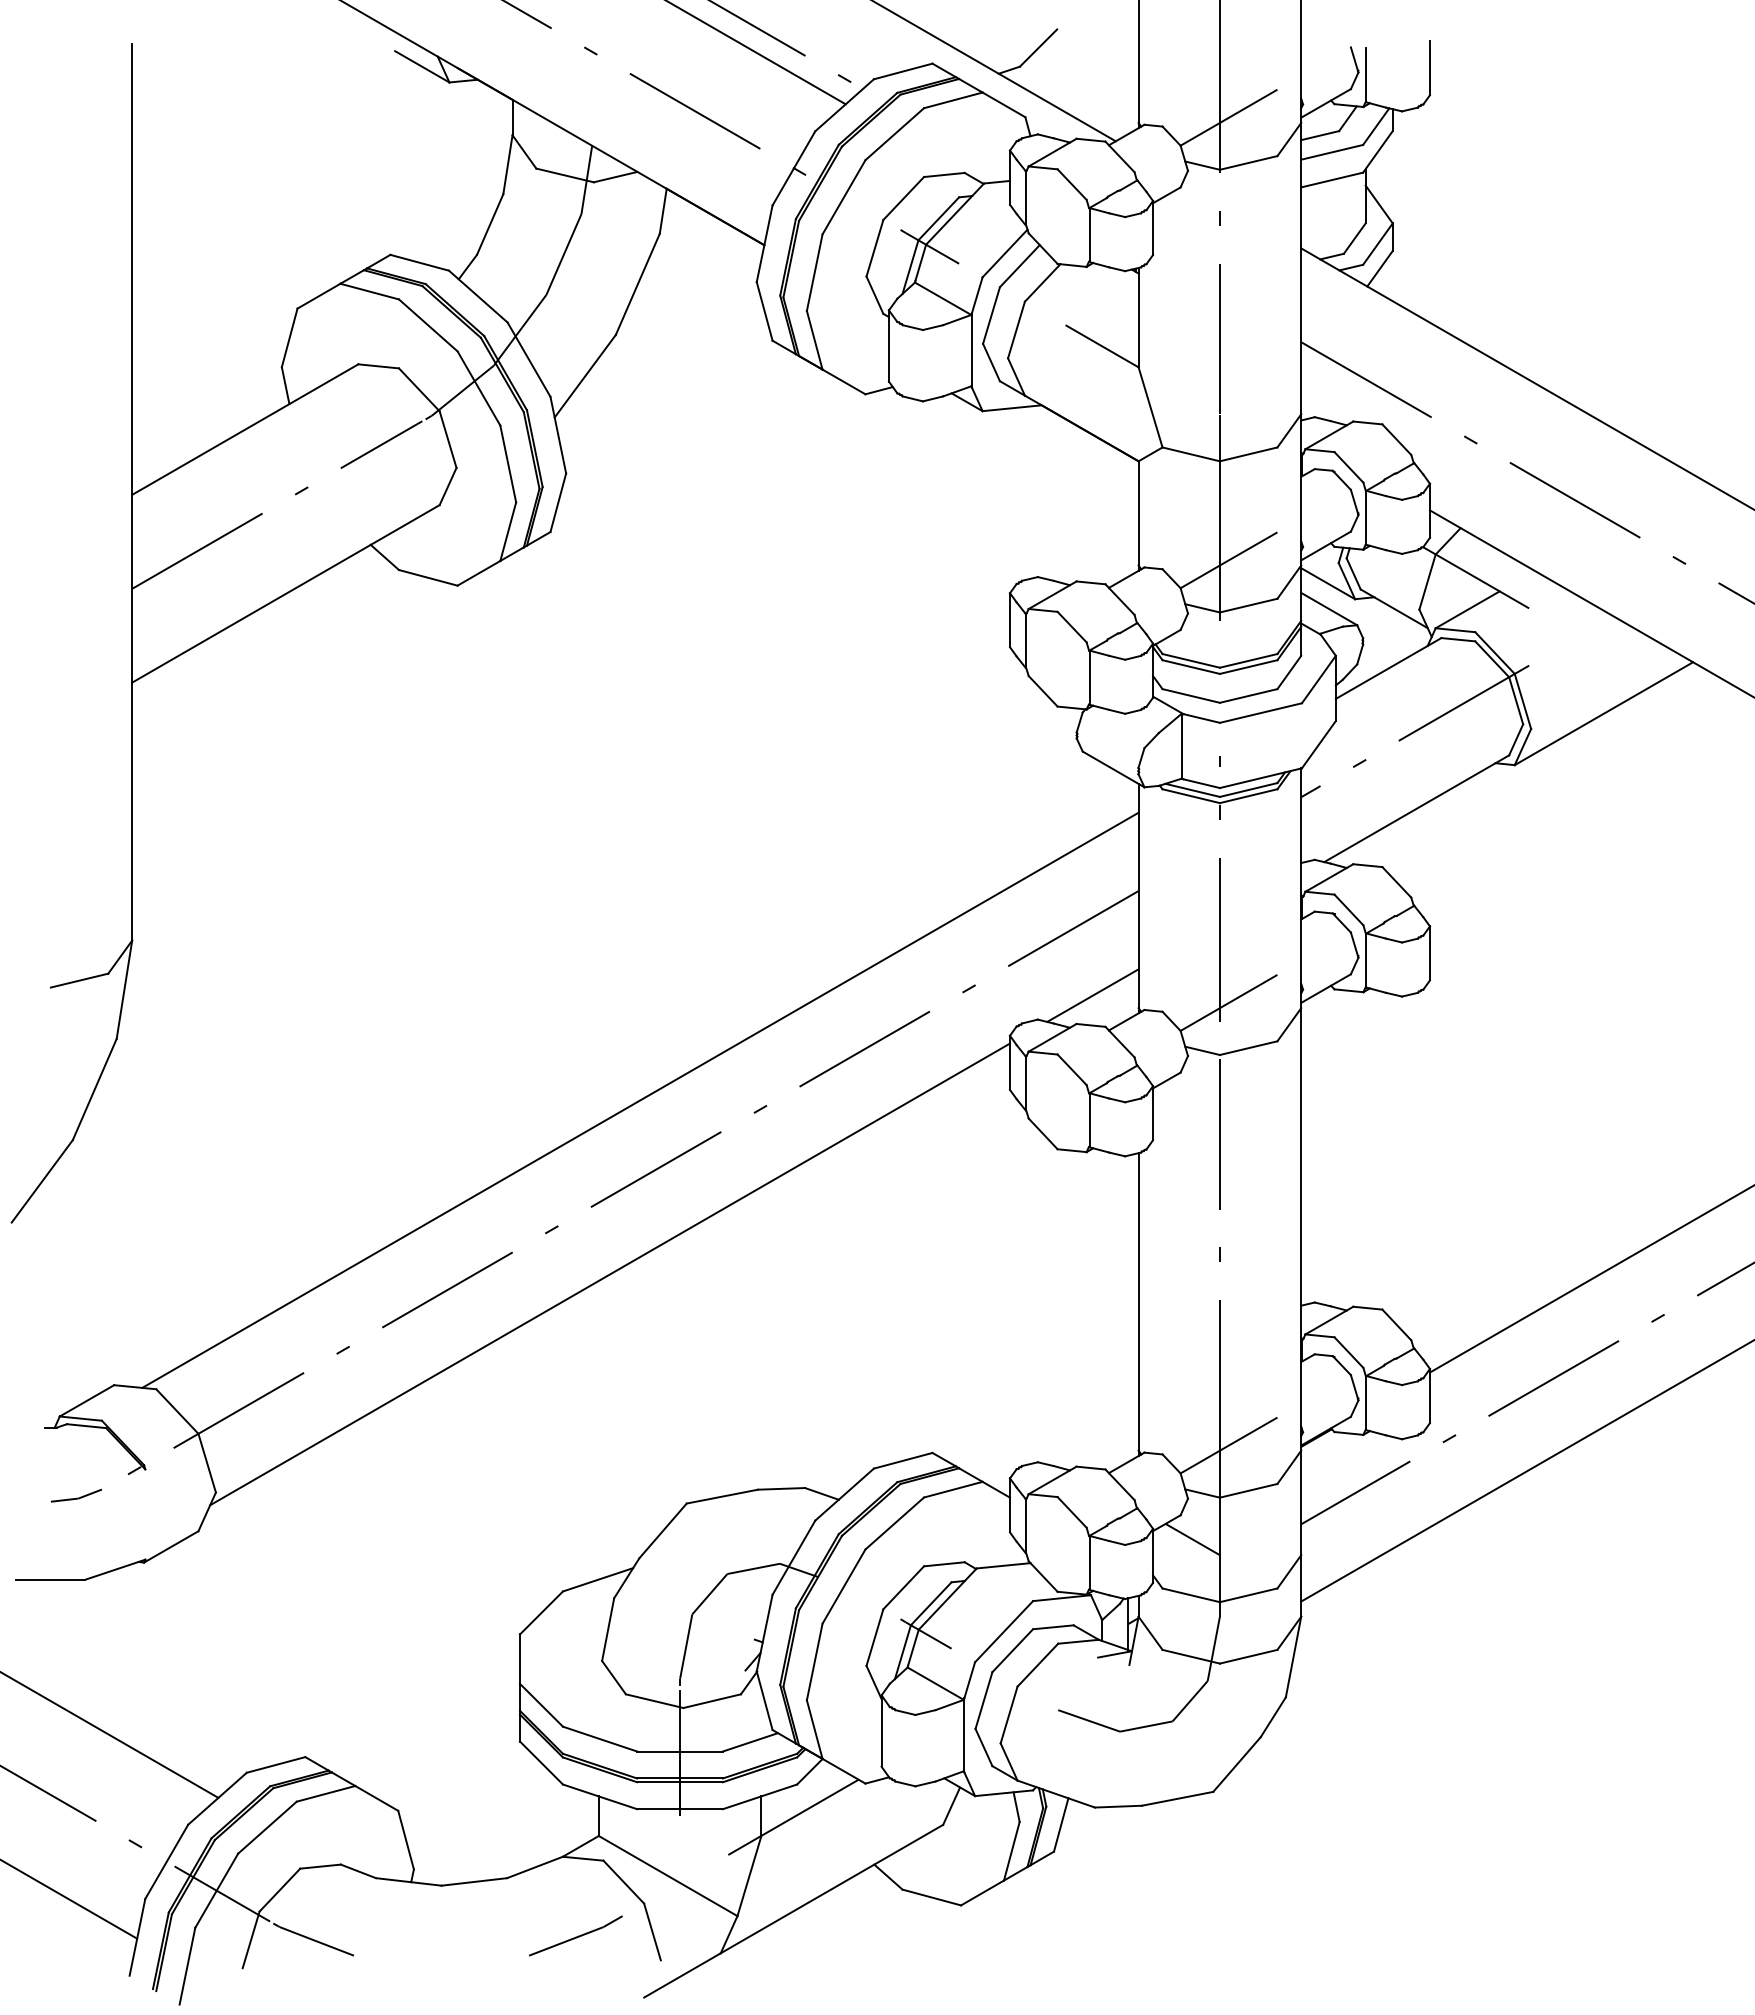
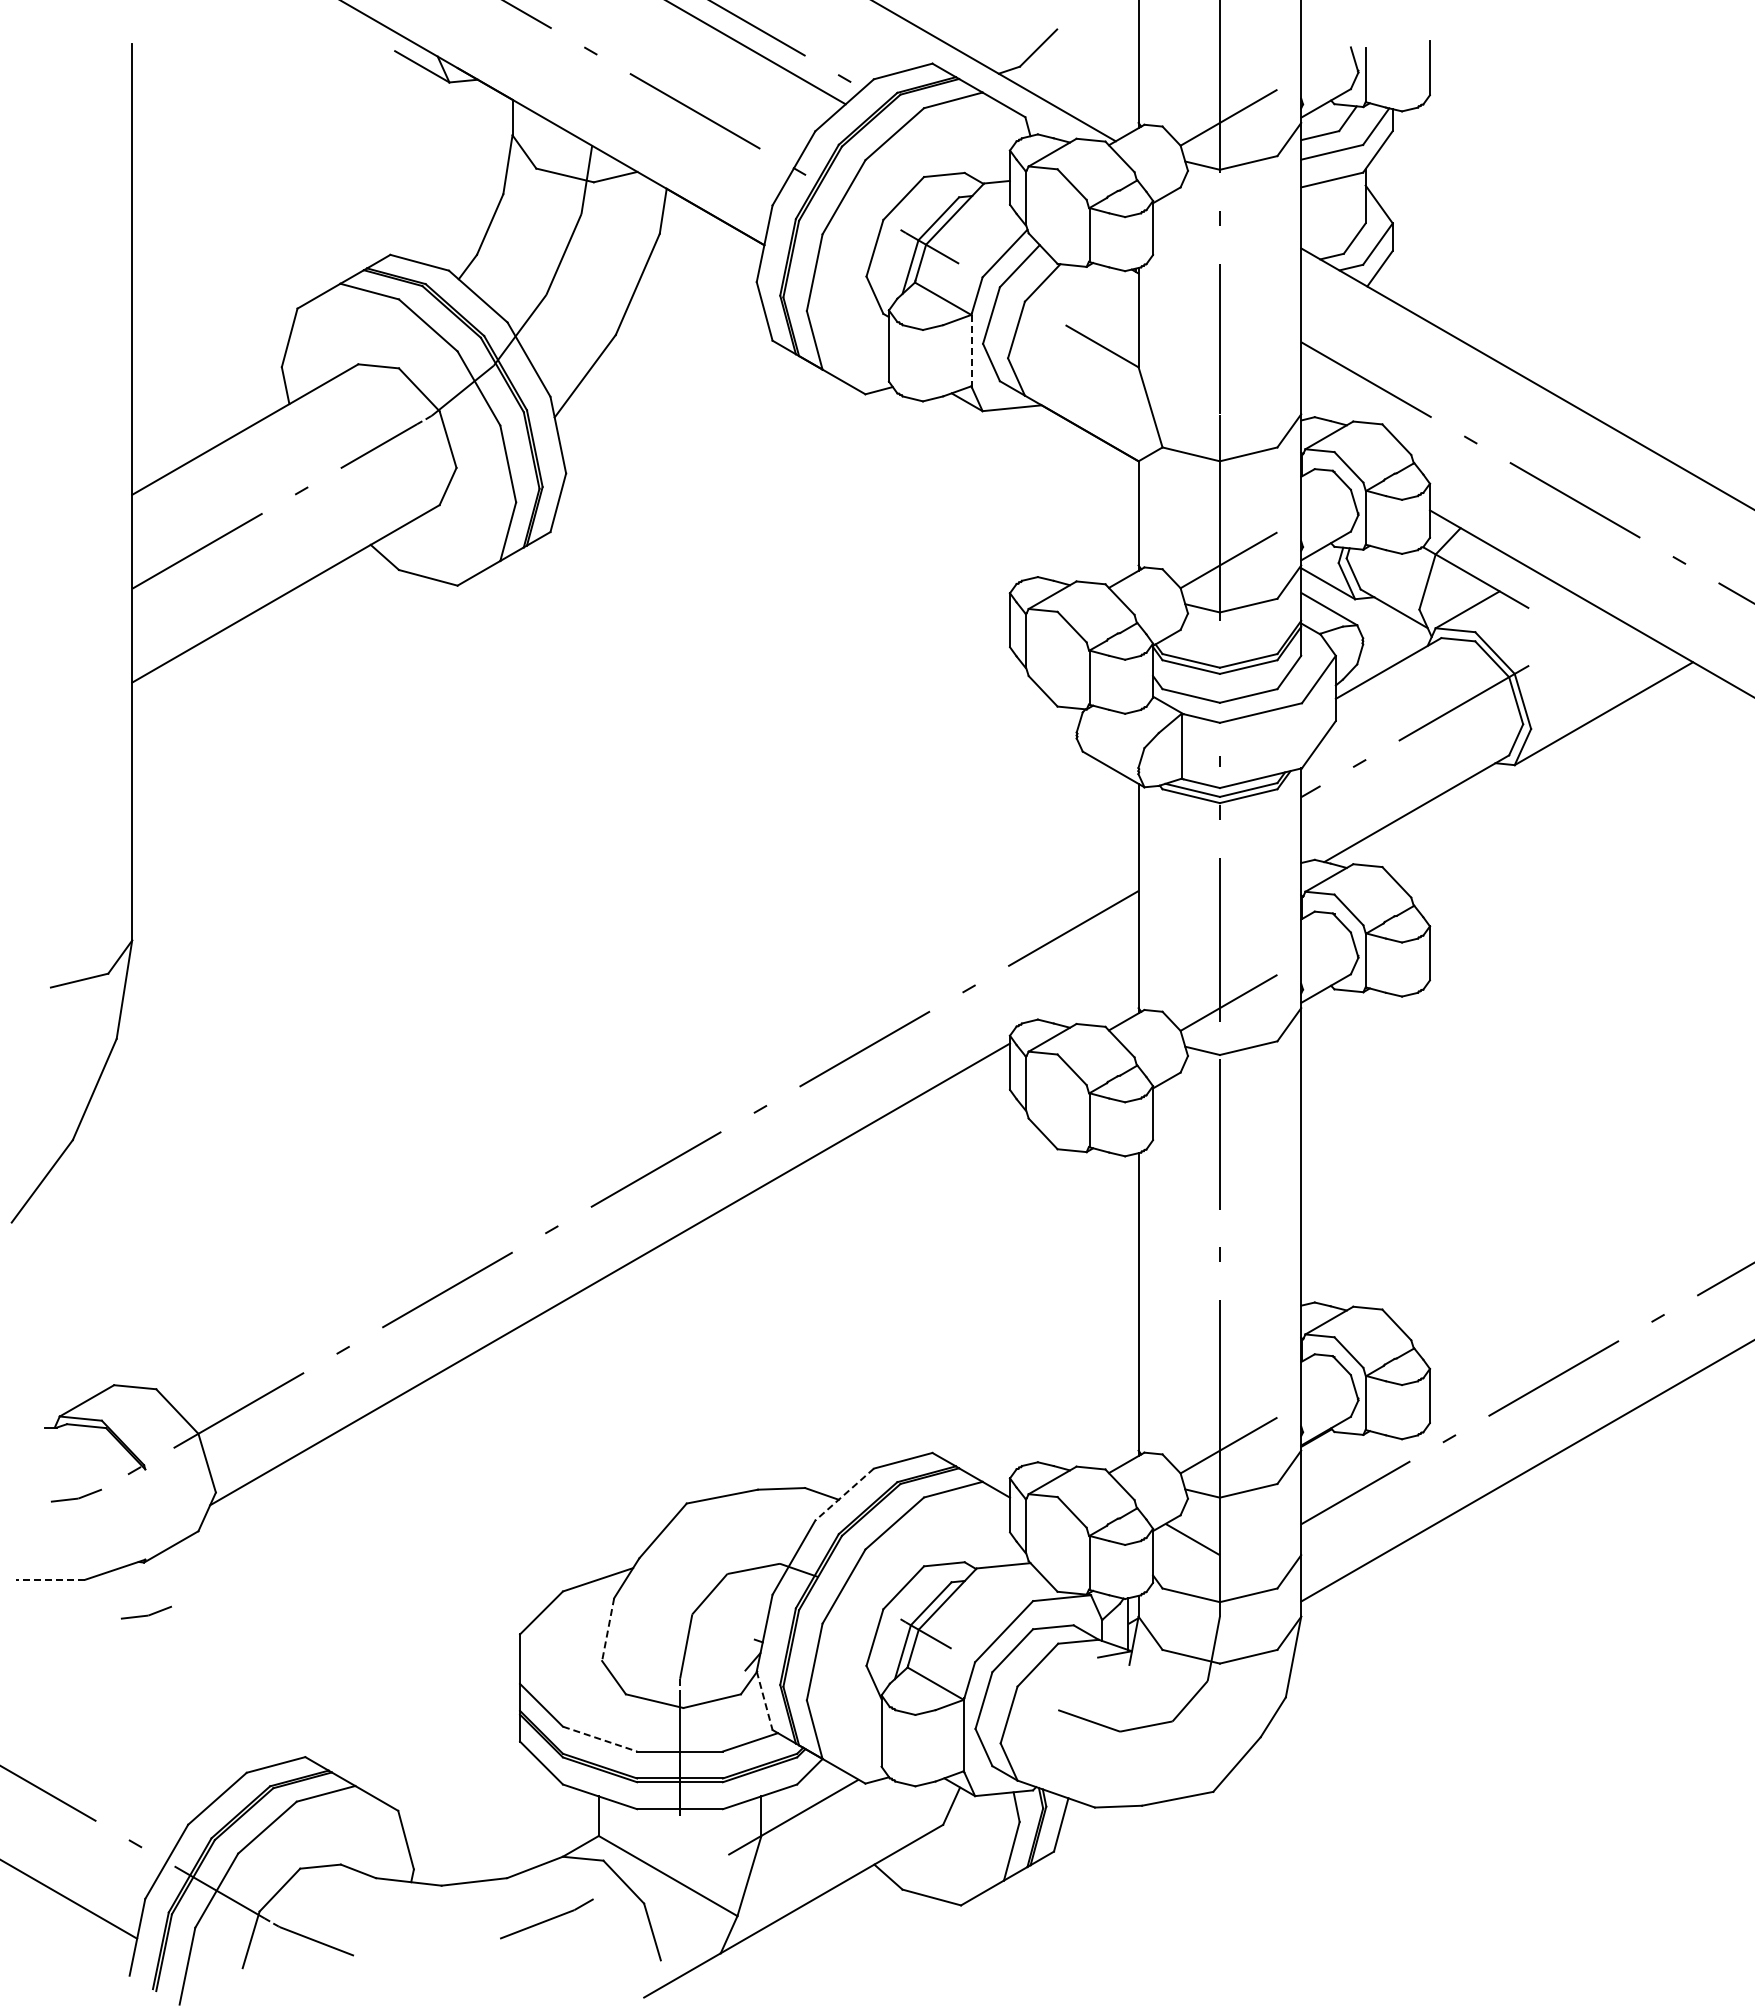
line at (971, 349): solid -> dashed
line at (1092, 995): present -> none
line at (640, 1099): present -> none
line at (1590, 1279): present -> none
line at (844, 1494): solid -> dashed
line at (50, 1579): solid -> dashed
part at (145, 1612): none -> present
line at (608, 1629): solid -> dashed
line at (764, 1701): solid -> dashed
line at (110, 1735): present -> none
line at (600, 1739): solid -> dashed
part at (575, 1935) position: (575, 1935) -> (546, 1918)
